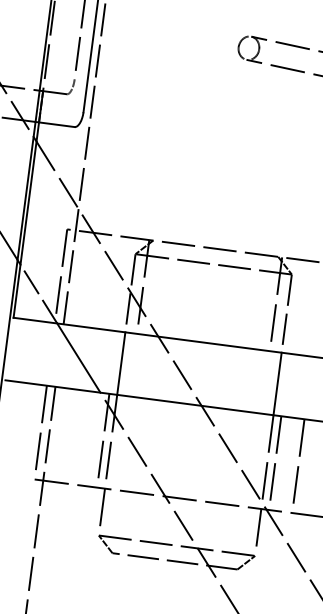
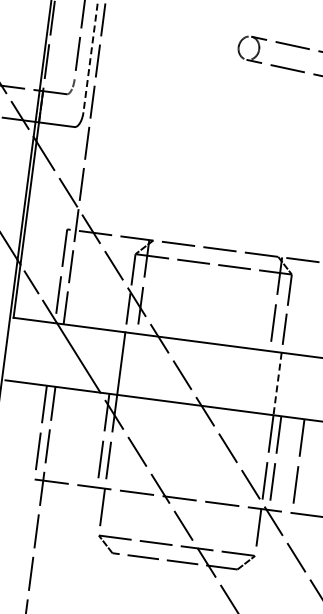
line at (90, 56): solid -> dashed
line at (277, 383): solid -> dashed
